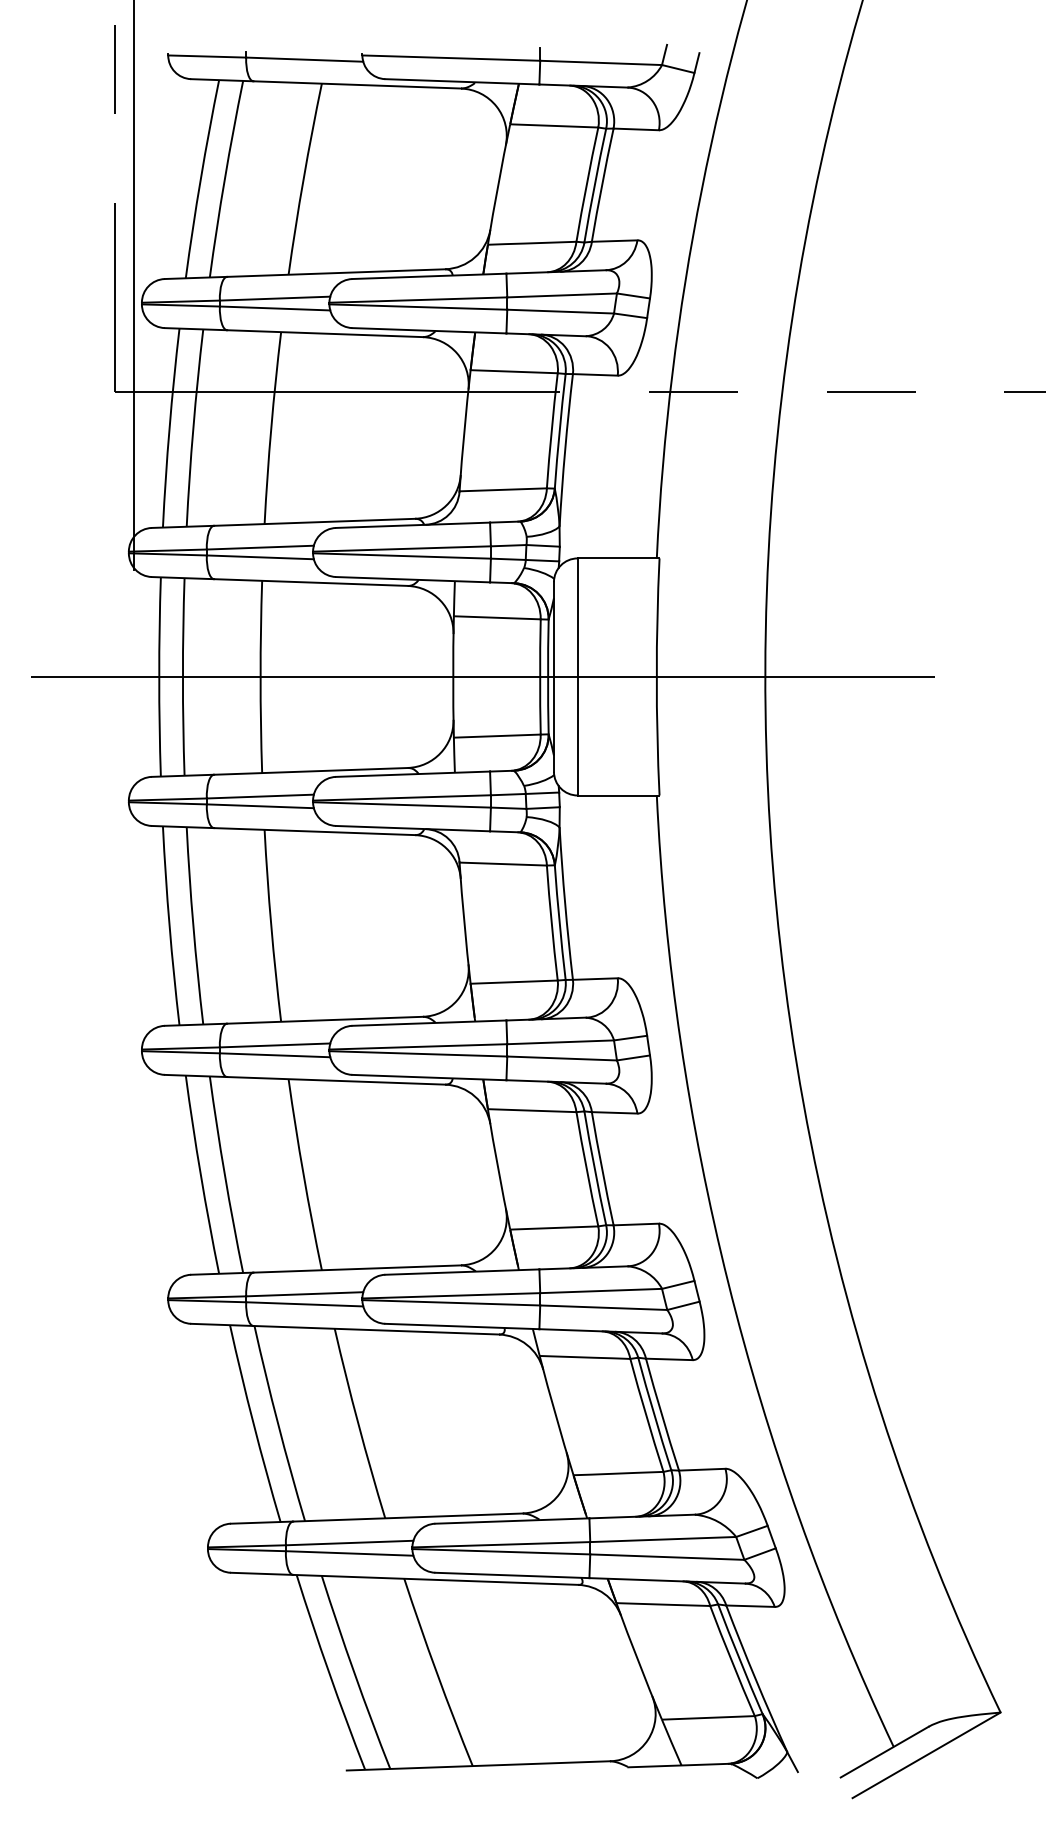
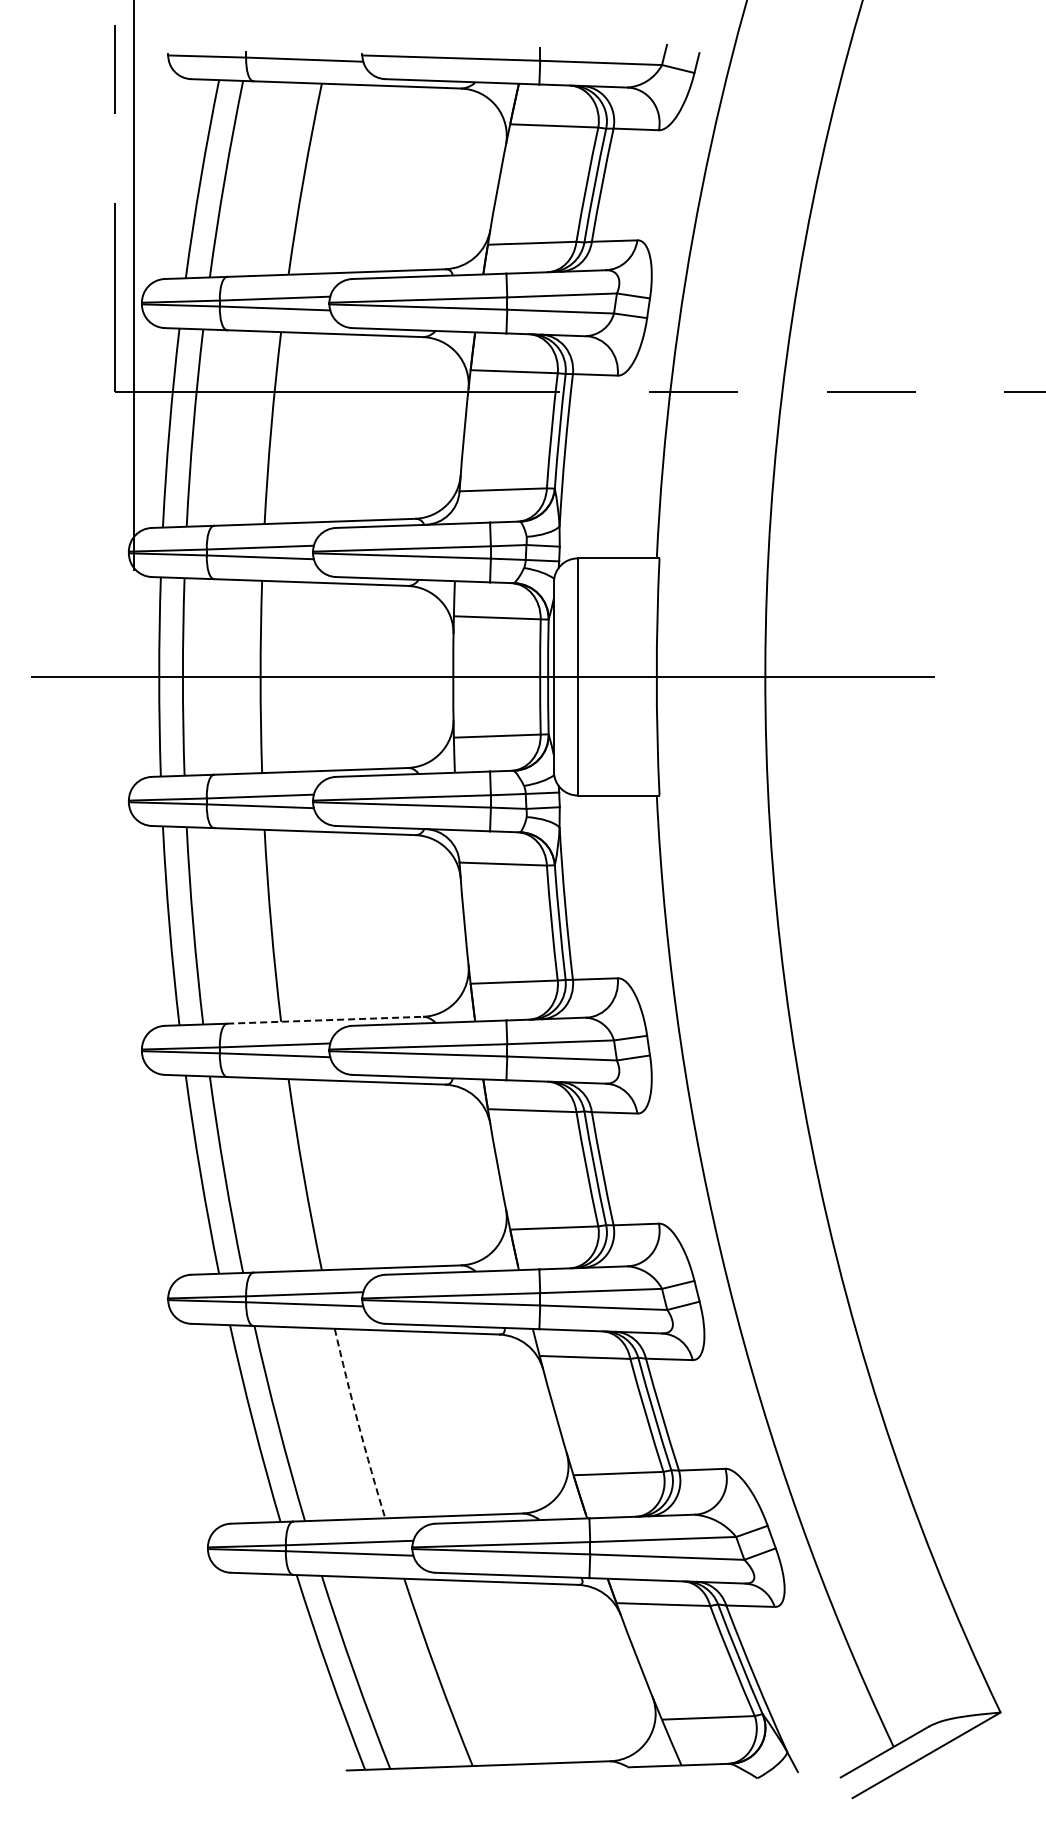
line at (325, 1020): solid -> dashed
arc at (358, 1424): solid -> dashed
